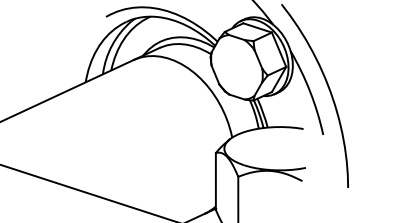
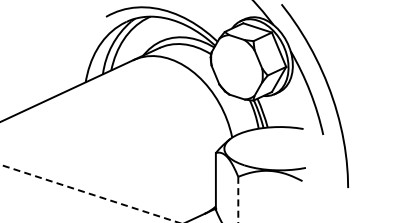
line at (89, 193): solid -> dashed
line at (238, 199): solid -> dashed
